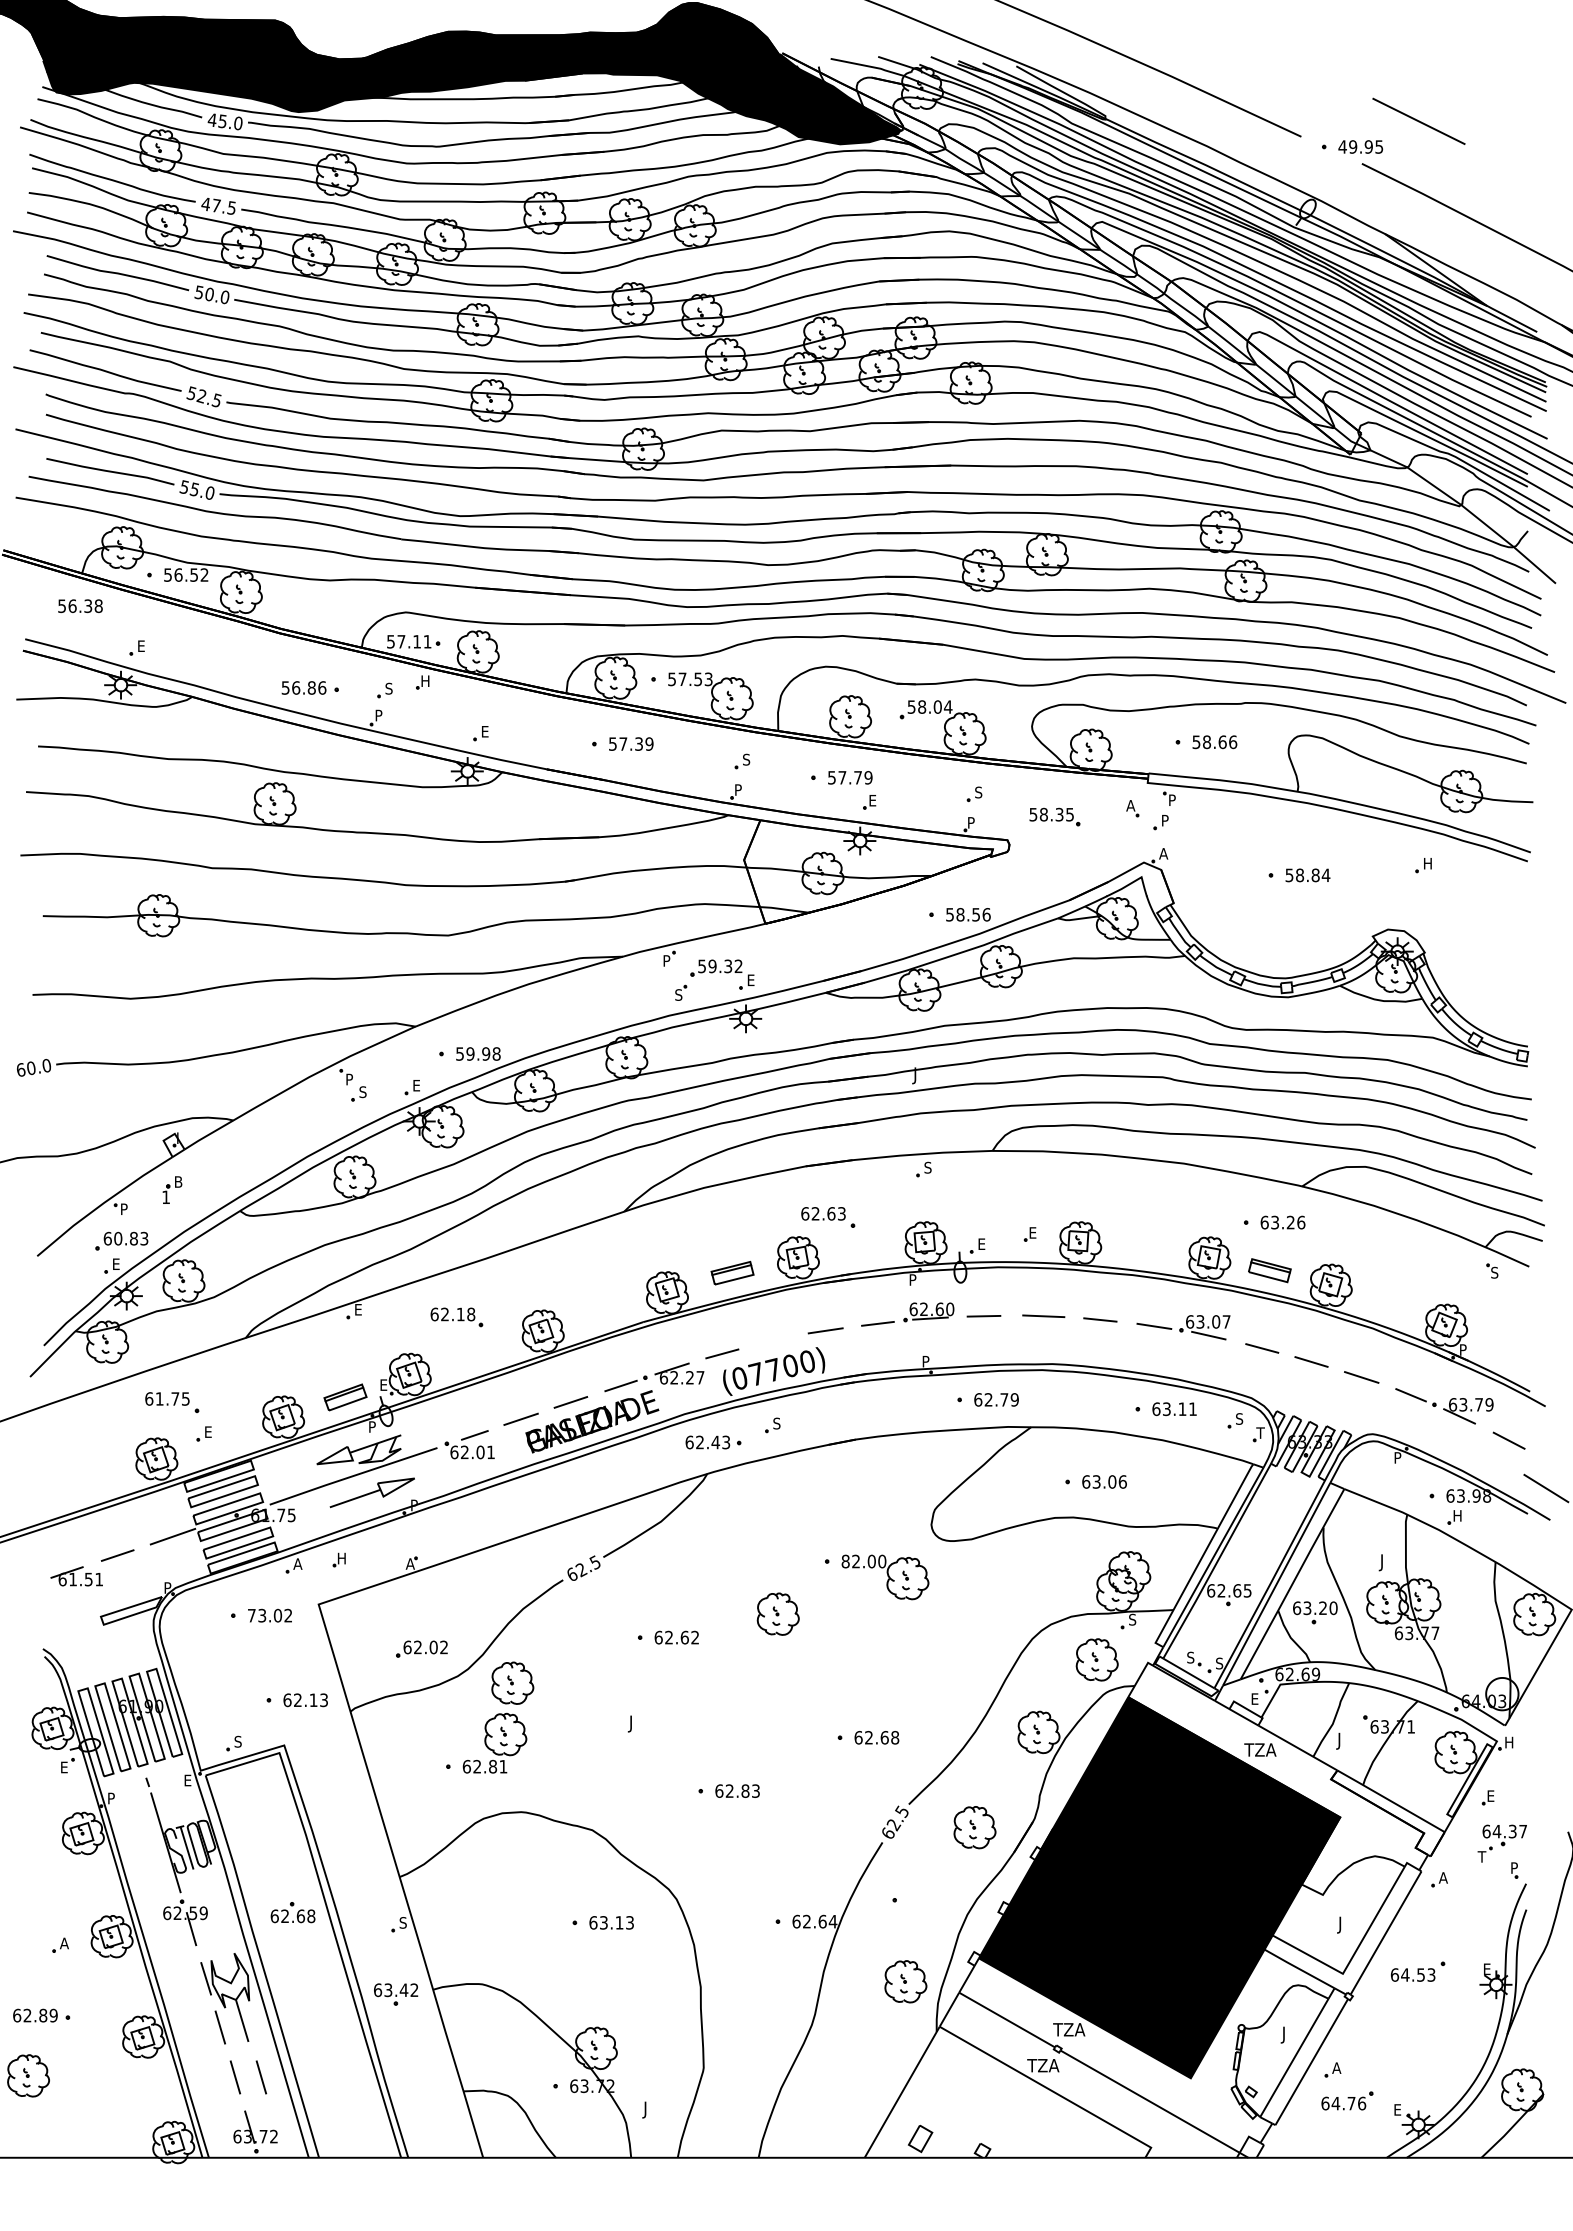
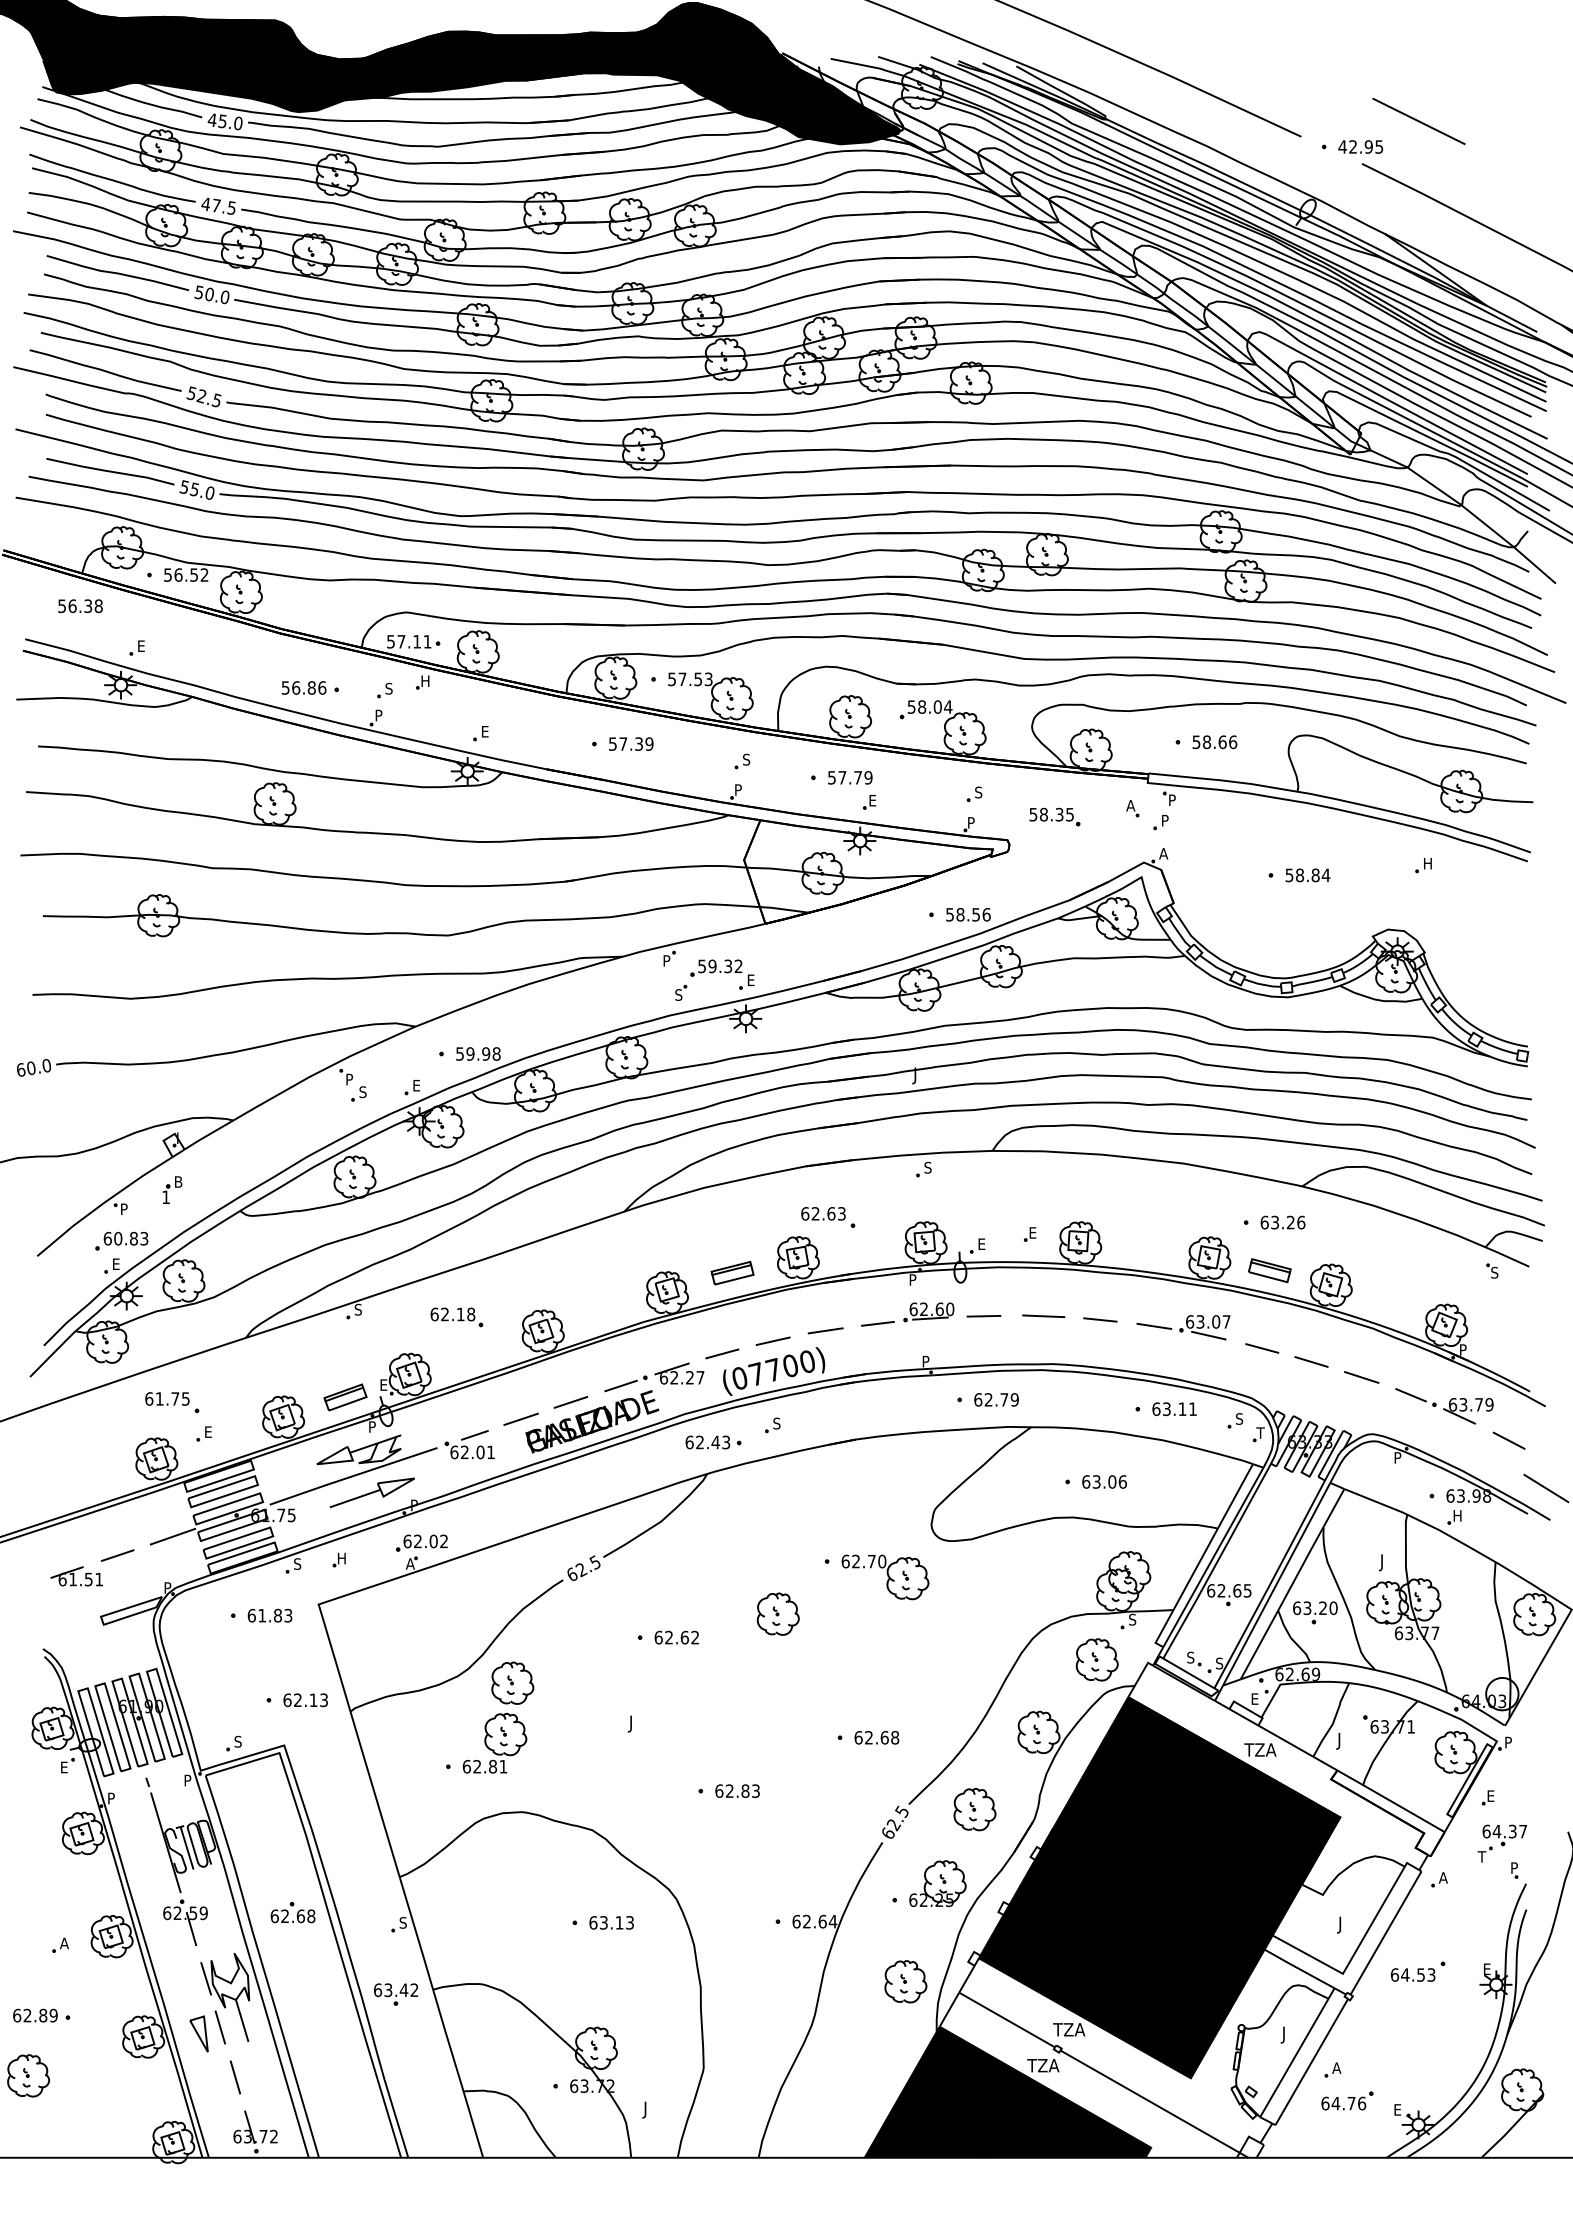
text at (1353, 146): 49.95 -> 42.95
text at (357, 1309): E -> S
line at (772, 1340): none -> present
text at (858, 1561): 82.00 -> 62.70
text at (297, 1563): A -> S
text at (269, 1615): 73.02 -> 61.83
part at (421, 1648) position: (421, 1648) -> (421, 1542)
text at (1509, 1742): H -> P
text at (188, 1780): E -> P
part at (974, 1827) position: (974, 1827) -> (974, 1809)
part at (937, 1883): none -> present
part at (198, 2033): none -> present
line at (261, 2077): present -> none
fill at (1007, 2091): none -> present
